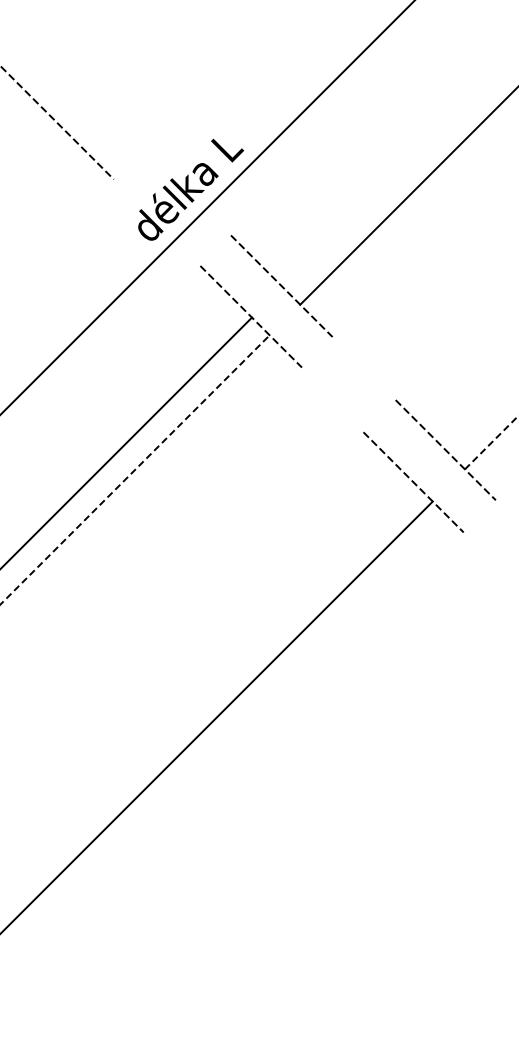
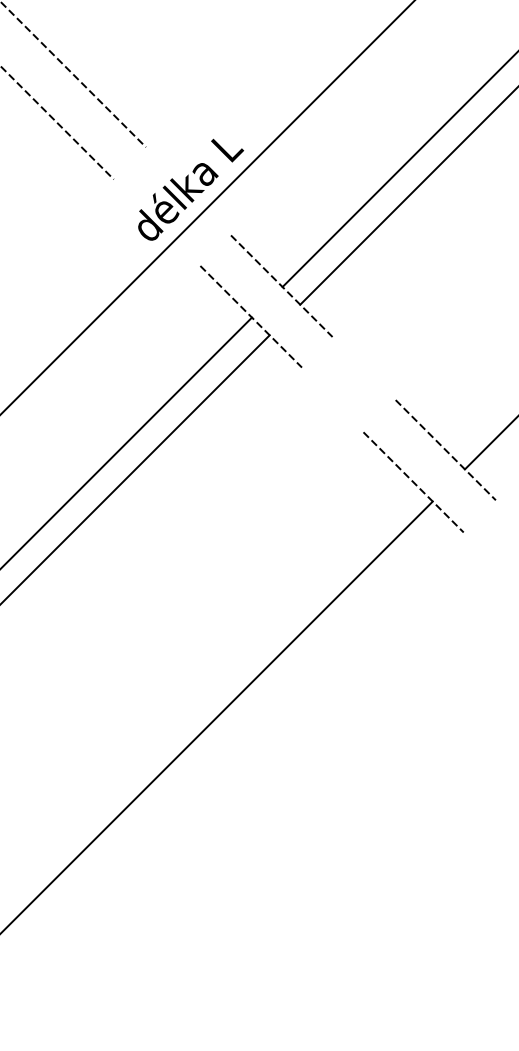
line at (74, 75): none -> present
line at (398, 170): none -> present
line at (491, 442): dashed -> solid
line at (135, 469): dashed -> solid
